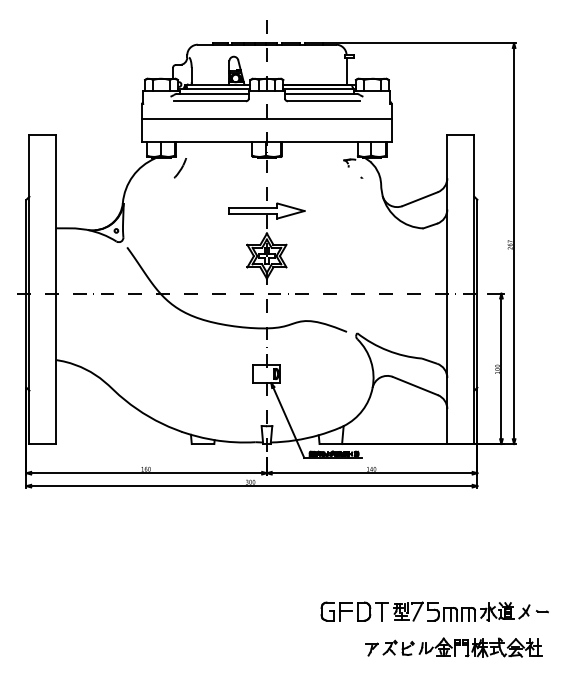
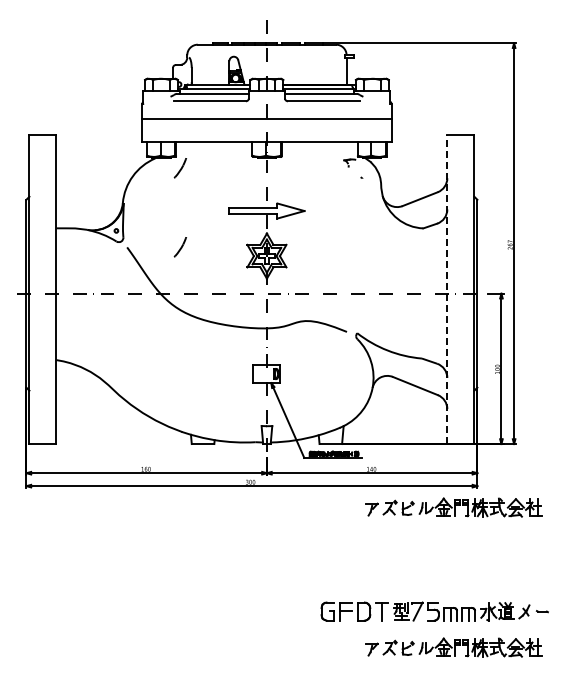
part at (179, 247): none -> present
line at (447, 289): solid -> dashed
part at (453, 507): none -> present
